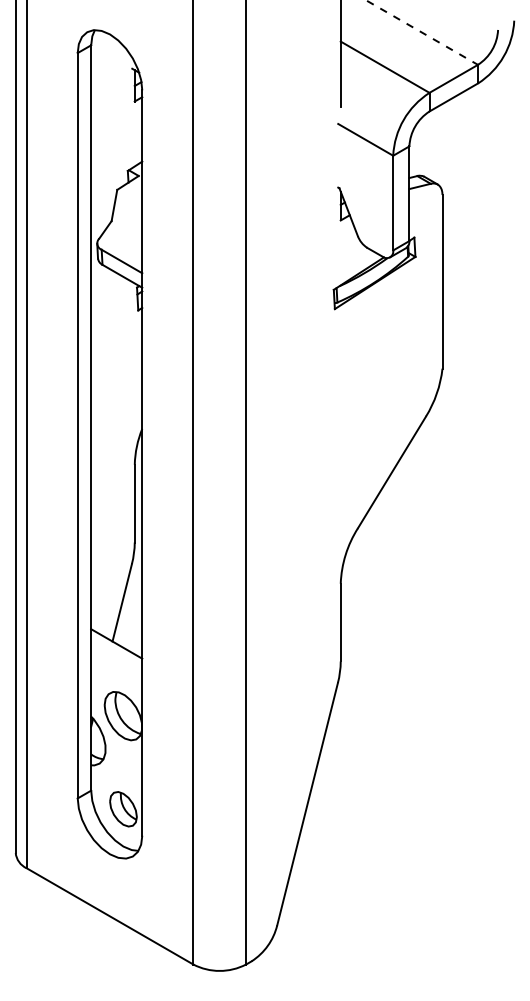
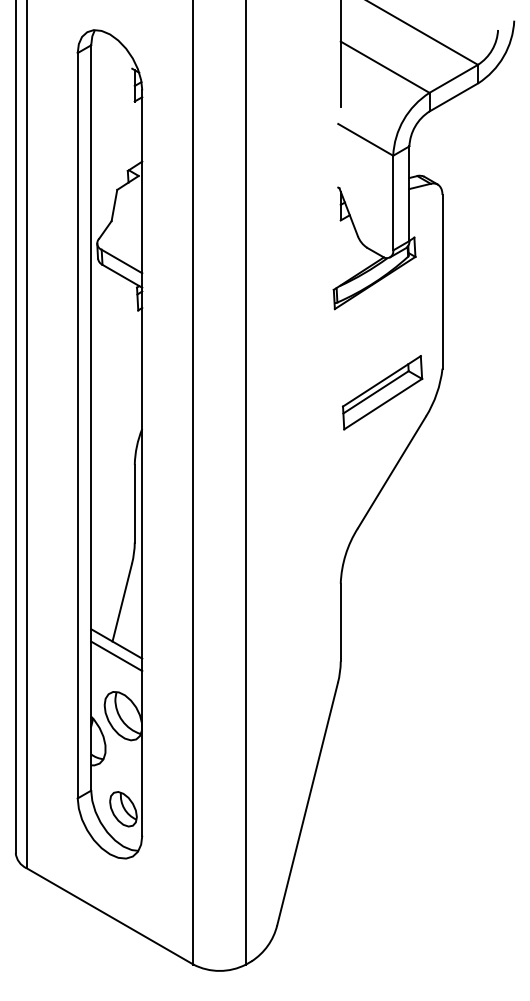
line at (421, 32): dashed -> solid
part at (382, 392): none -> present
line at (116, 656): none -> present
